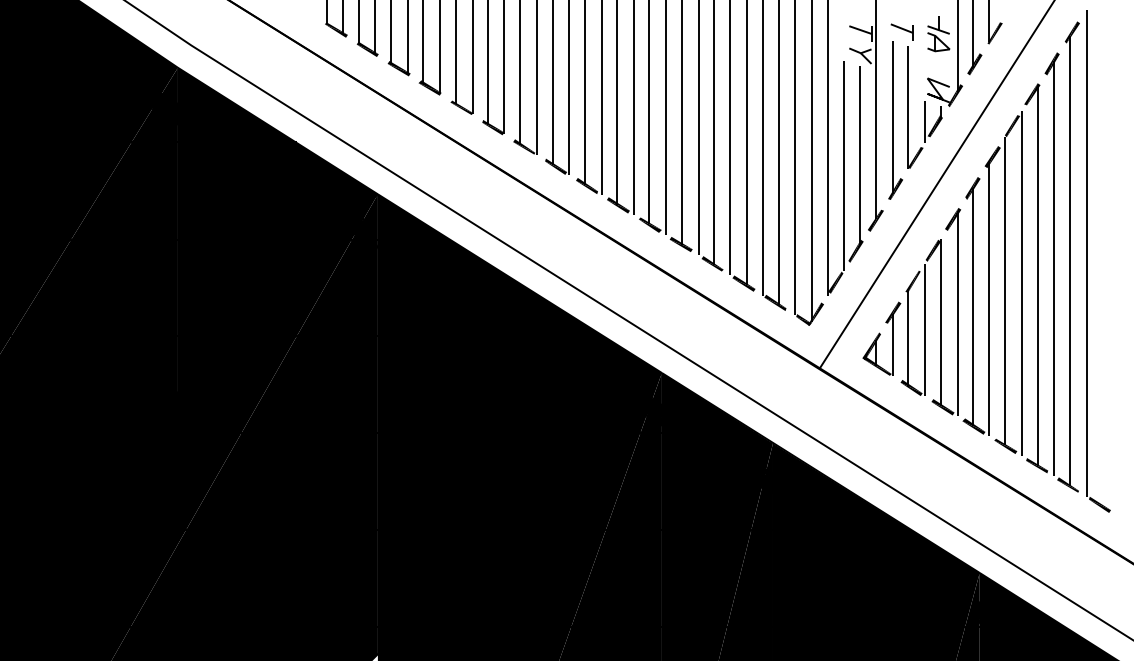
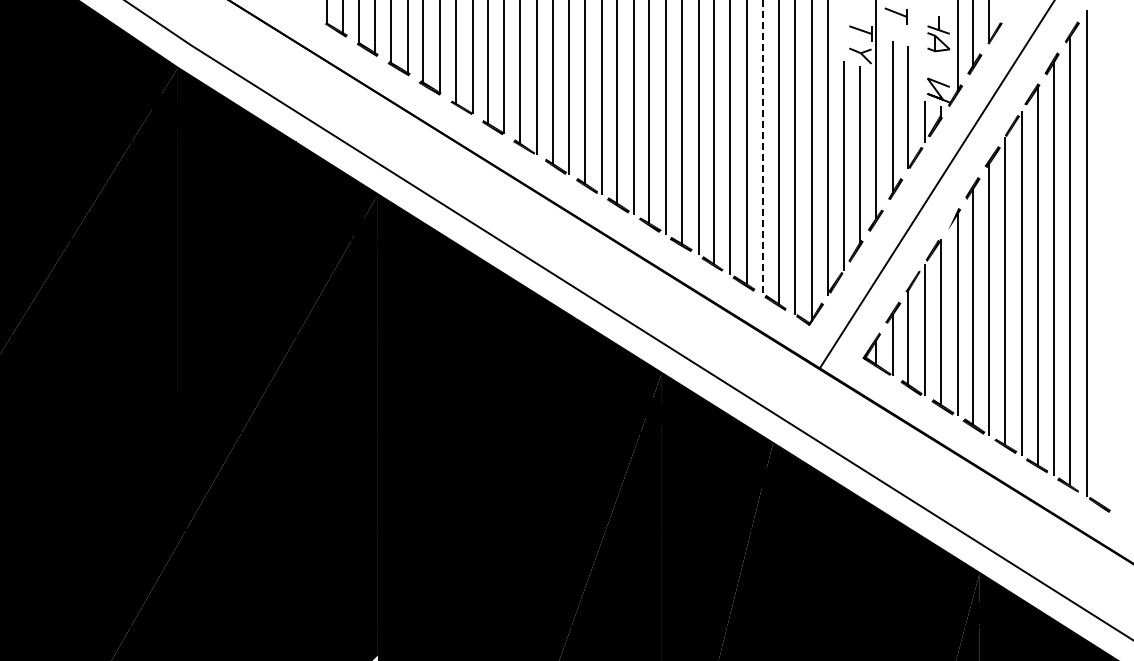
part at (901, 31) position: (901, 31) -> (895, 15)
line at (763, 148): solid -> dashed
fill at (951, 219): present -> none
